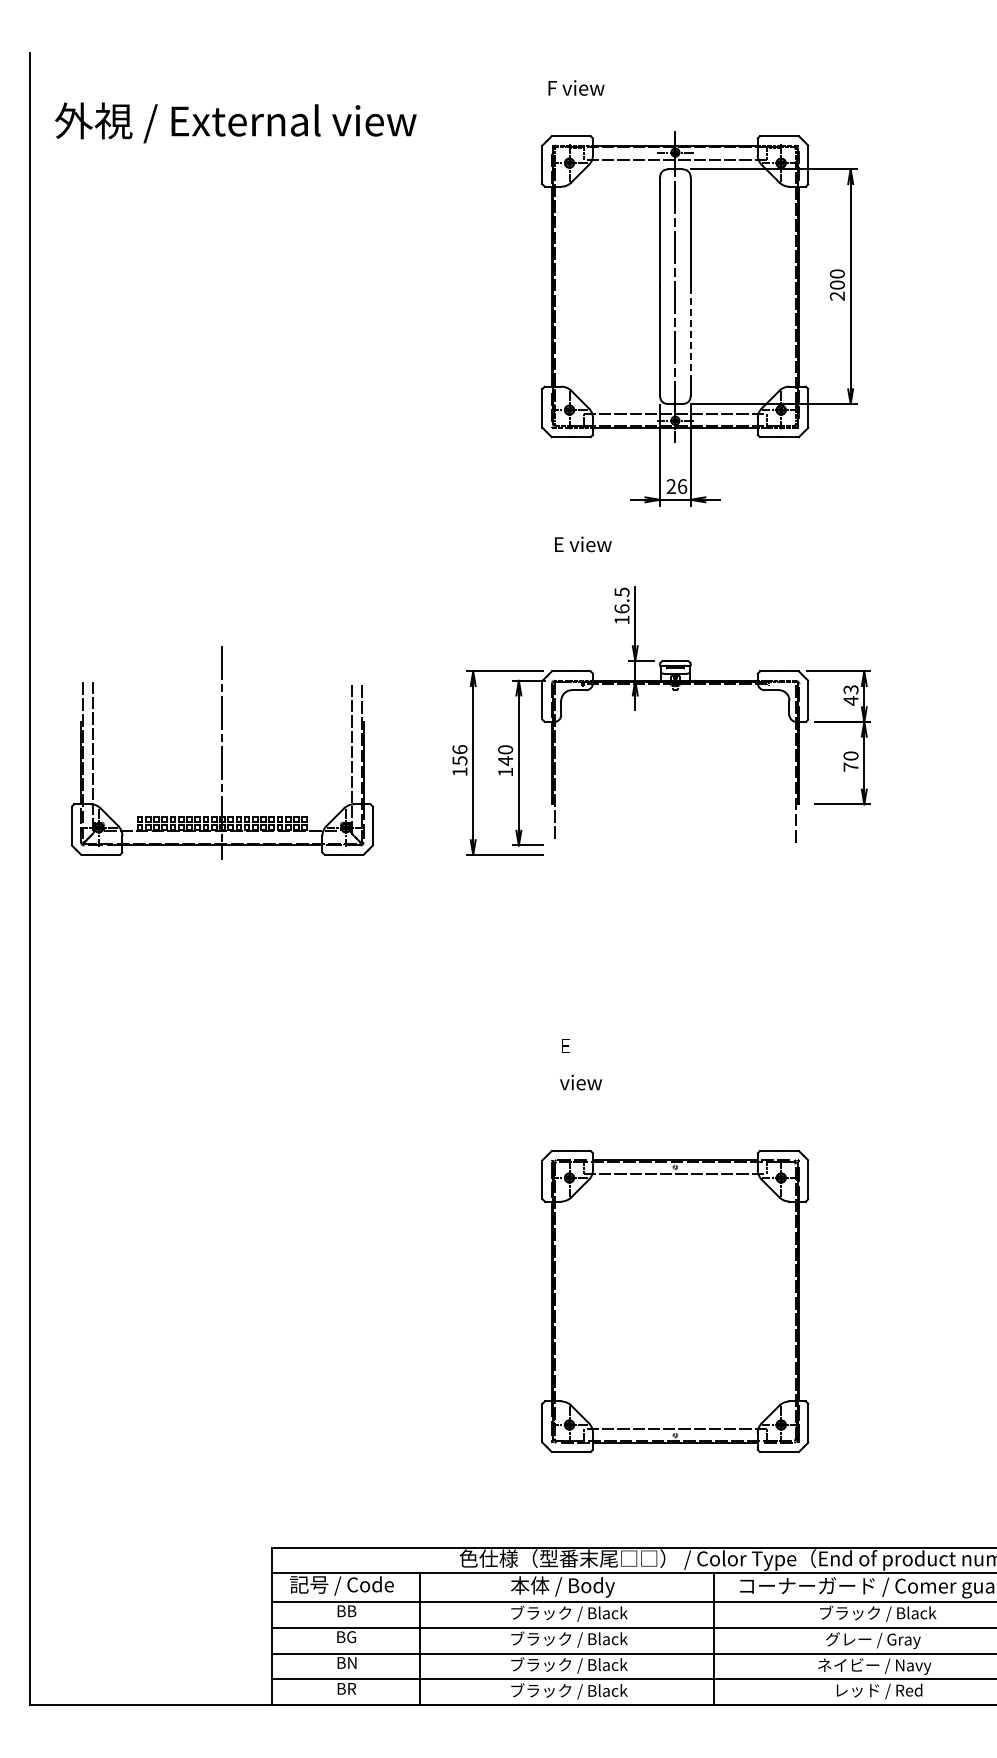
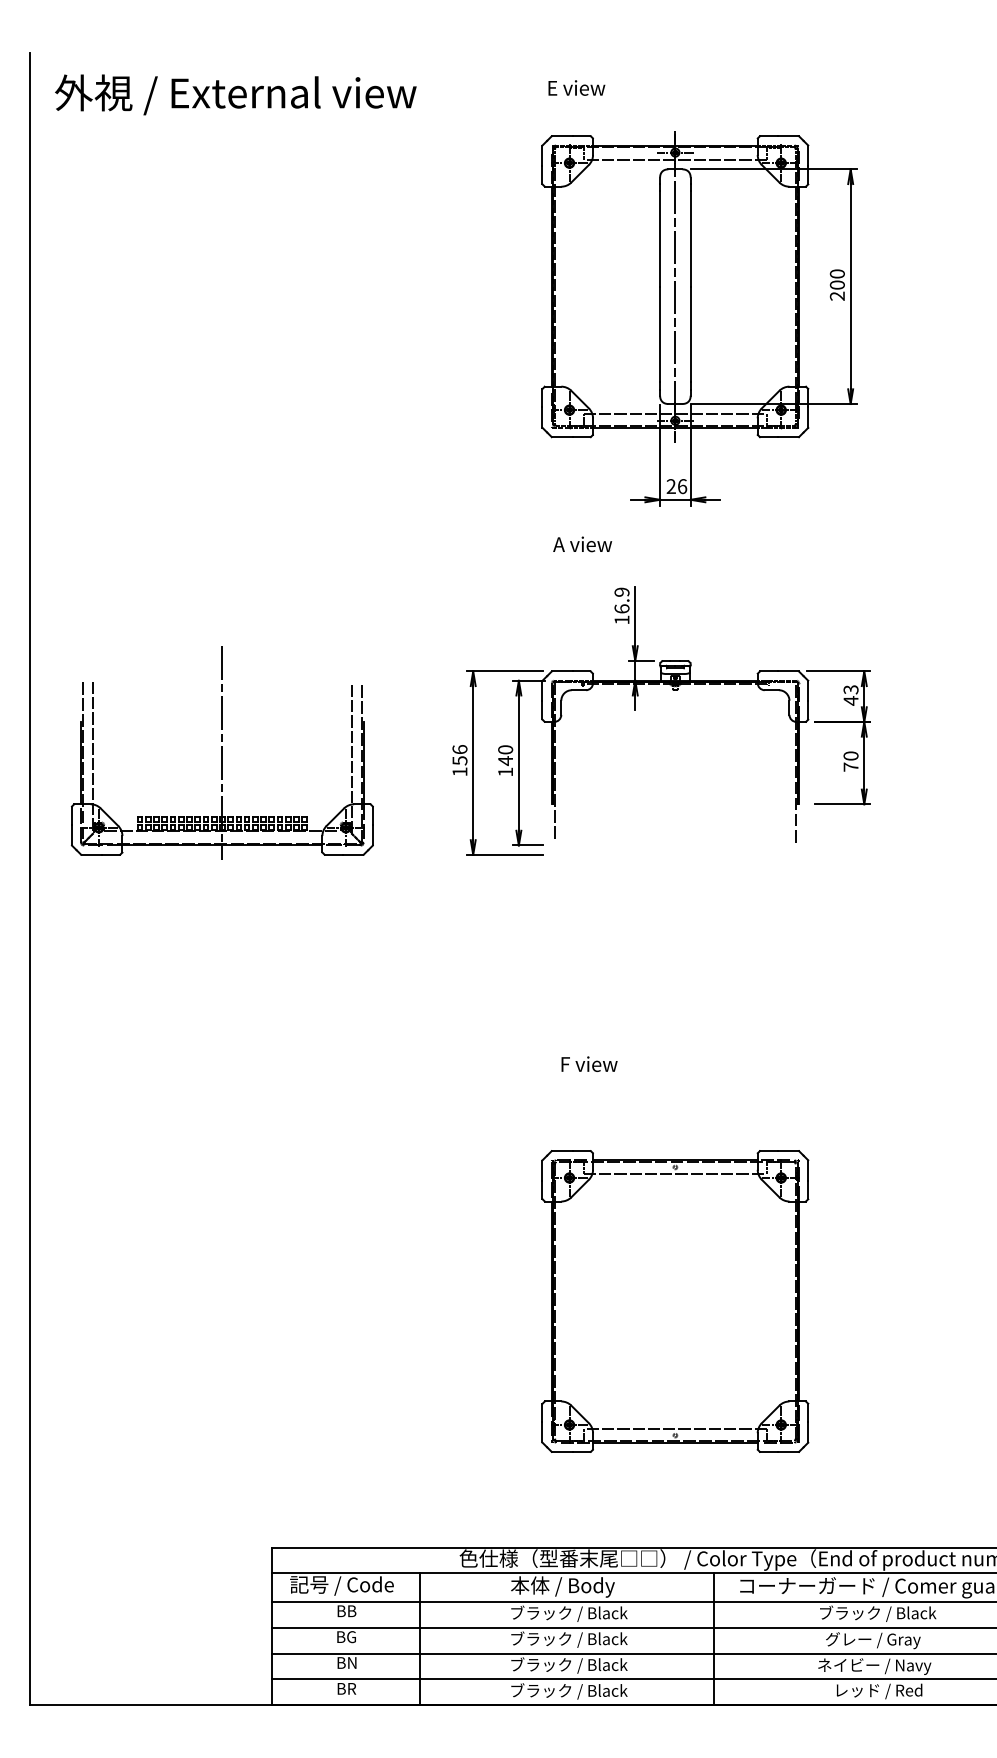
text at (577, 87): F view -> E view
text at (235, 122) position: (235, 122) -> (235, 94)
line at (690, 334): dashed -> solid
text at (582, 543): E view -> A view
text at (621, 591): 16.5 -> 16.9
text at (588, 1064): E view -> F view
